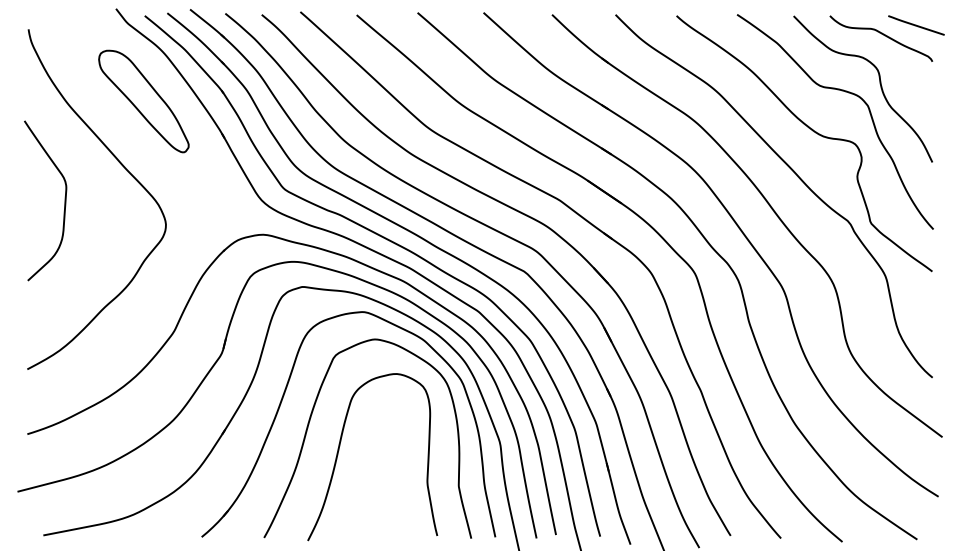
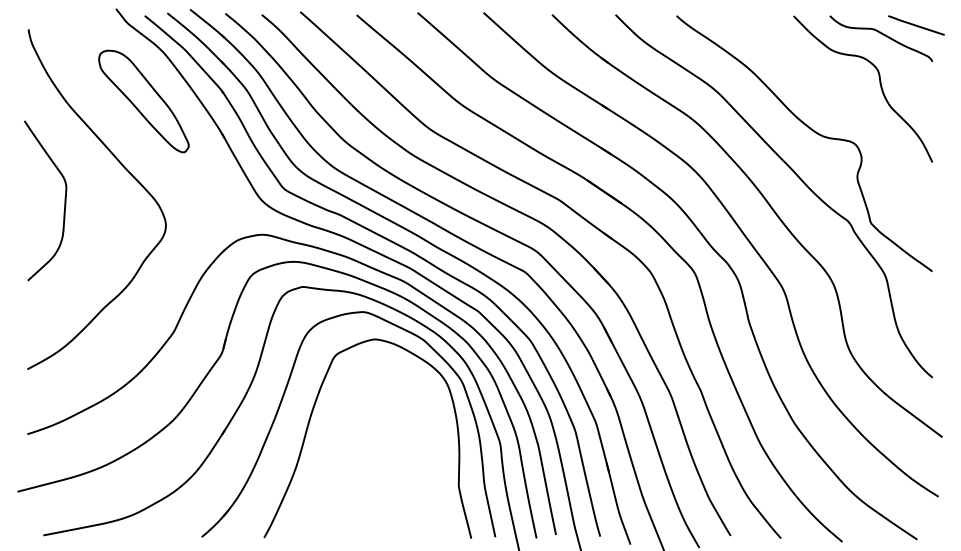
curve at (841, 91): present -> none
curve at (339, 450): present -> none
